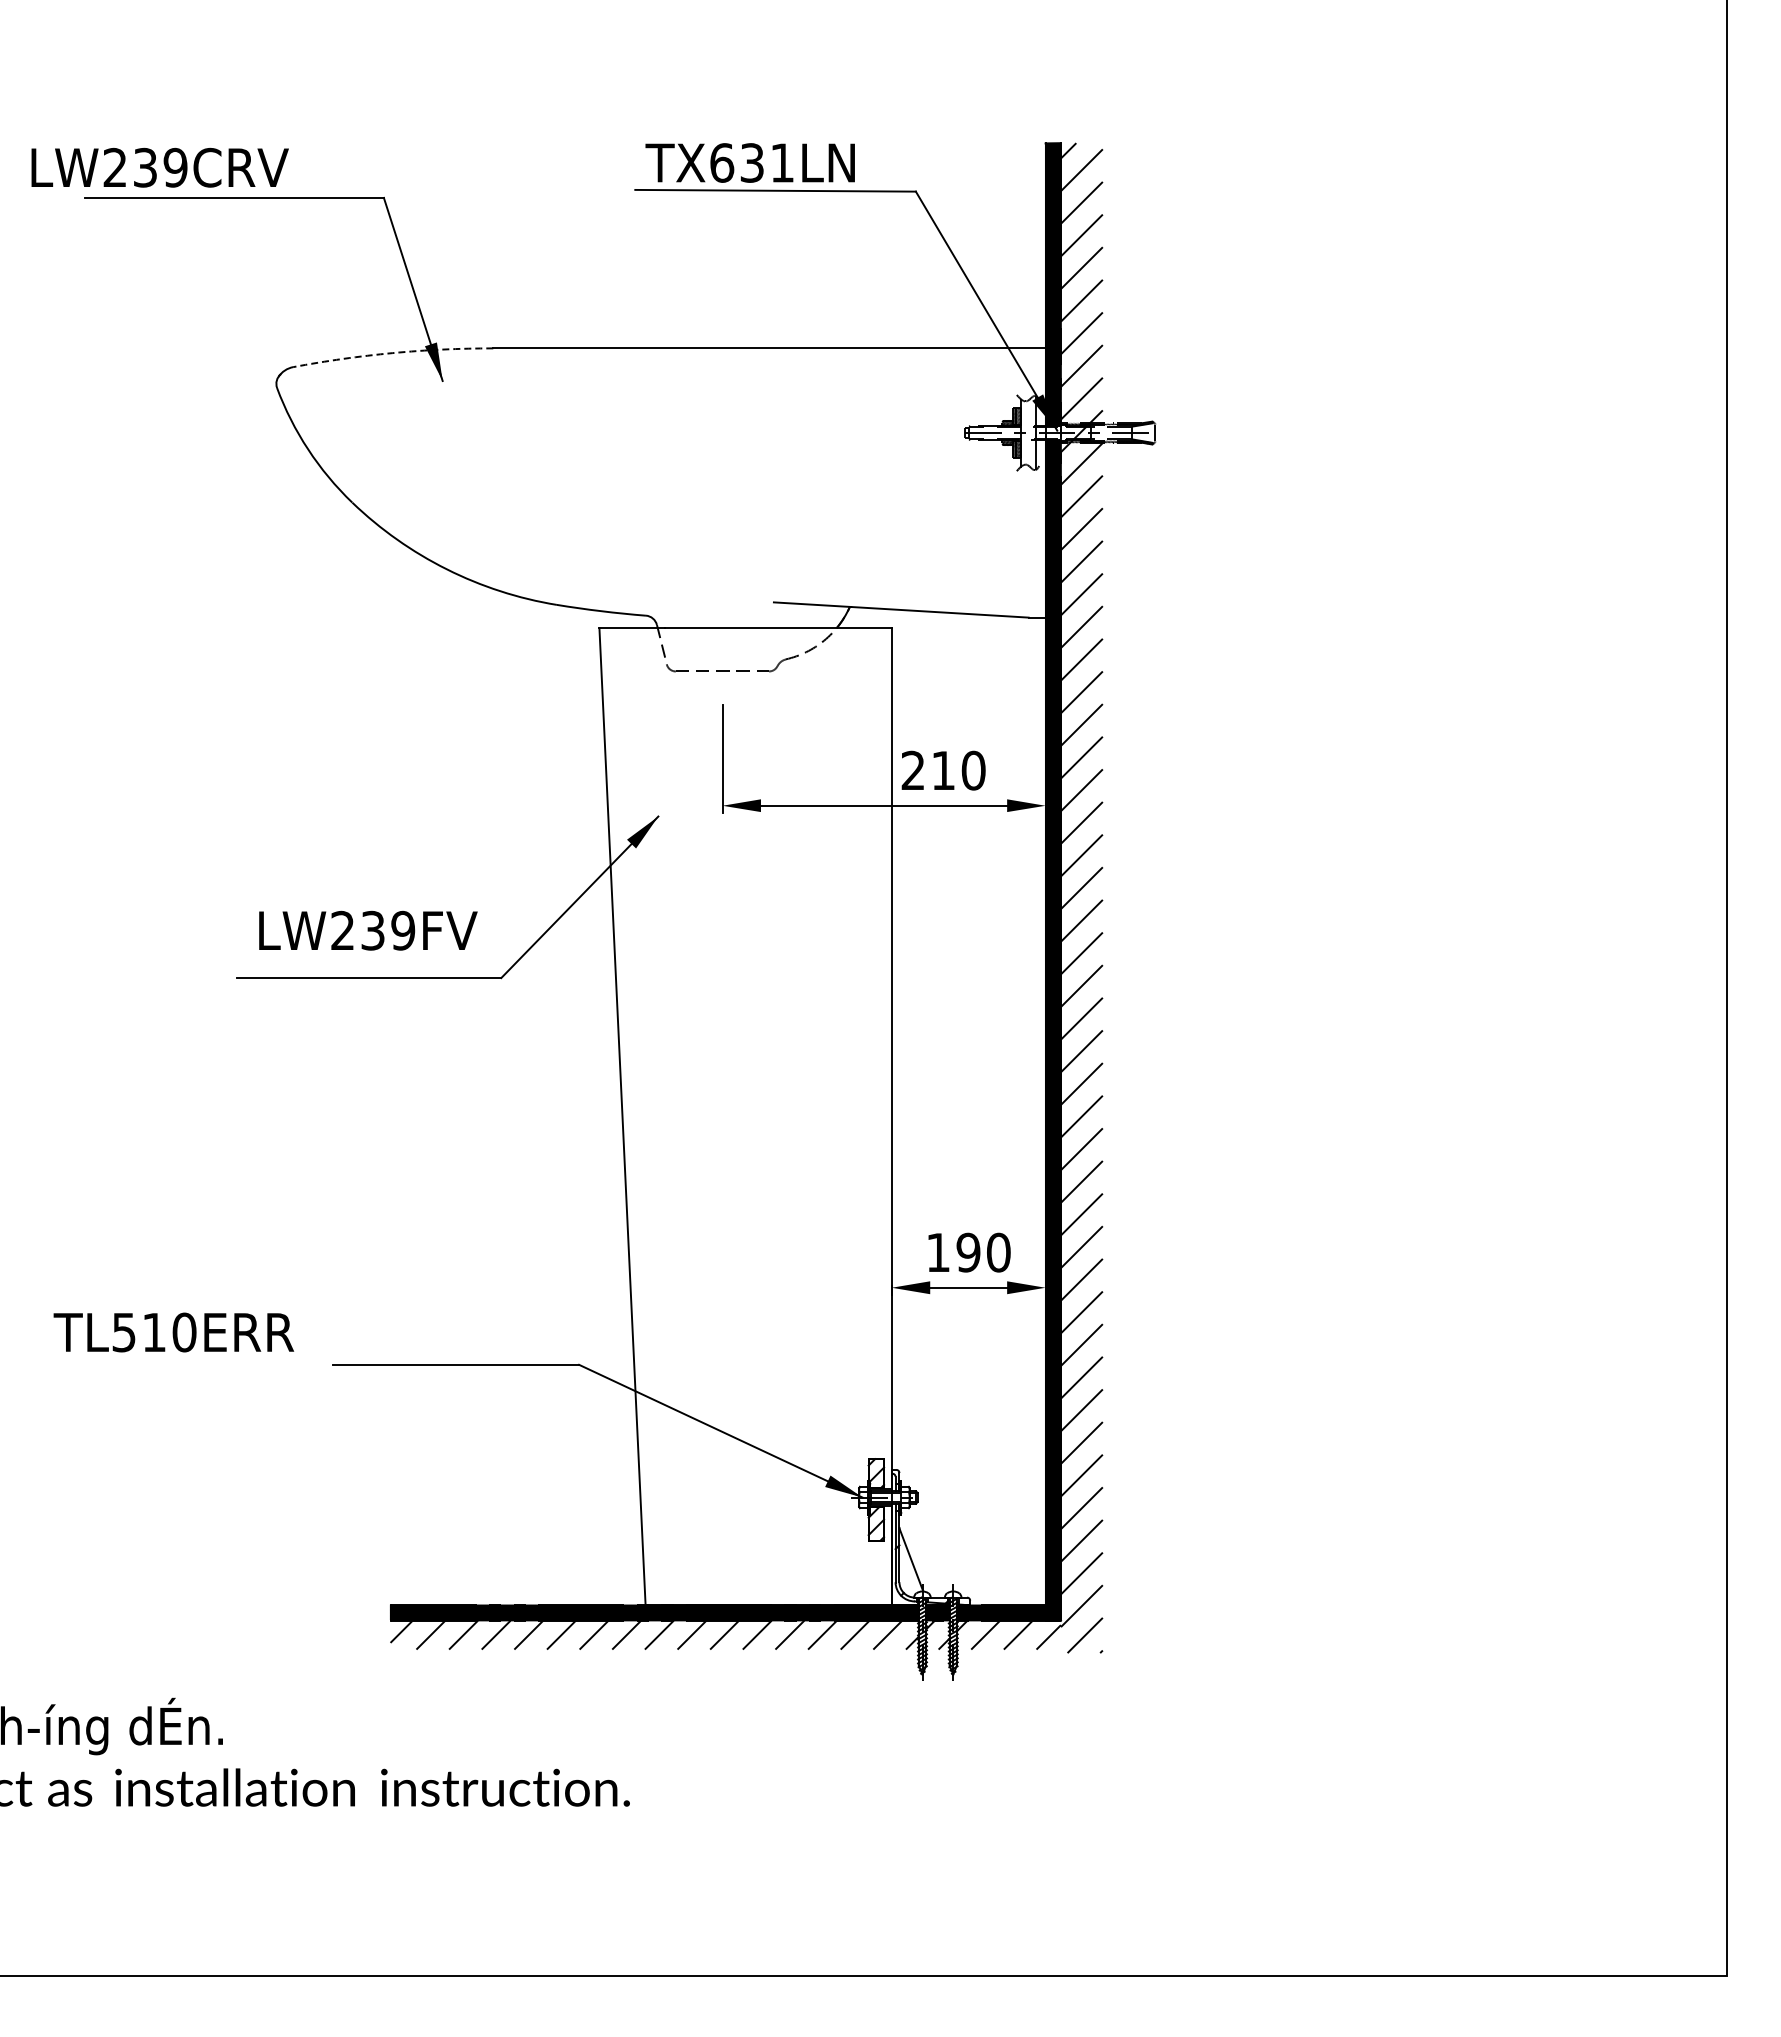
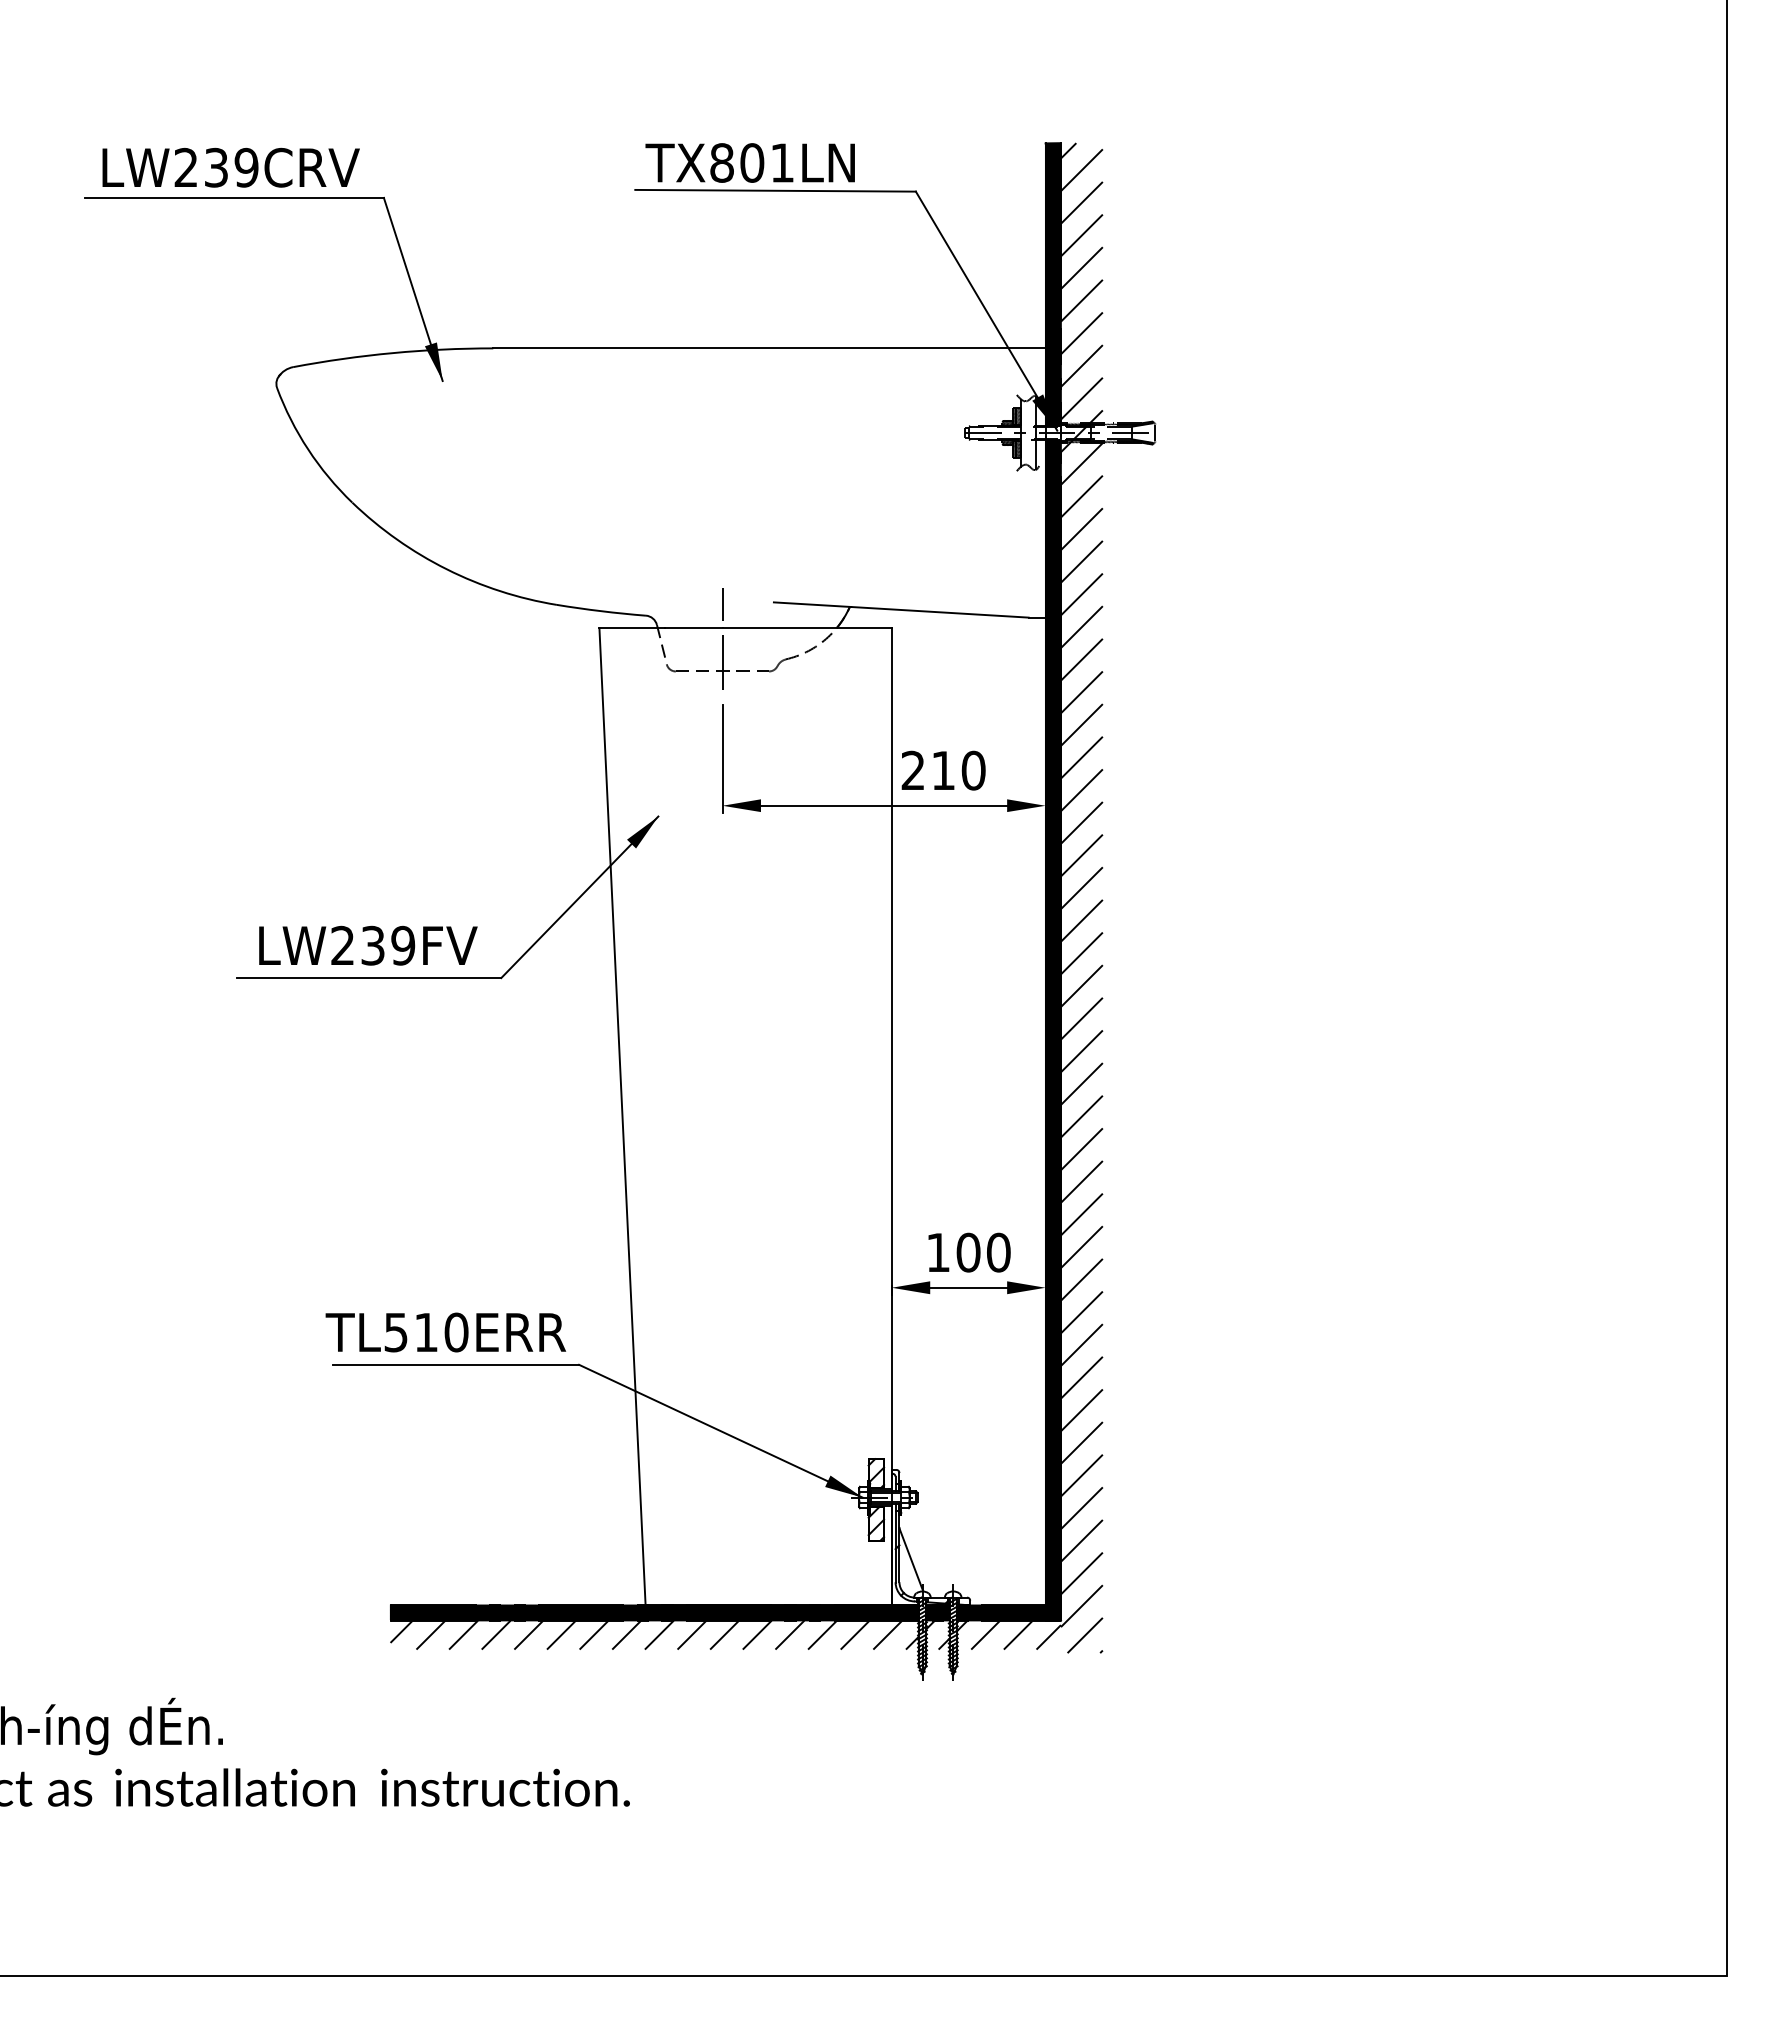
text at (737, 162): TX631LN -> TX801LN
text at (159, 167) position: (159, 167) -> (230, 167)
arc at (392, 353): dashed -> solid
line at (722, 638): none -> present
text at (368, 930) position: (368, 930) -> (368, 945)
text at (968, 1252): 190 -> 100
text at (173, 1332) position: (173, 1332) -> (445, 1332)
